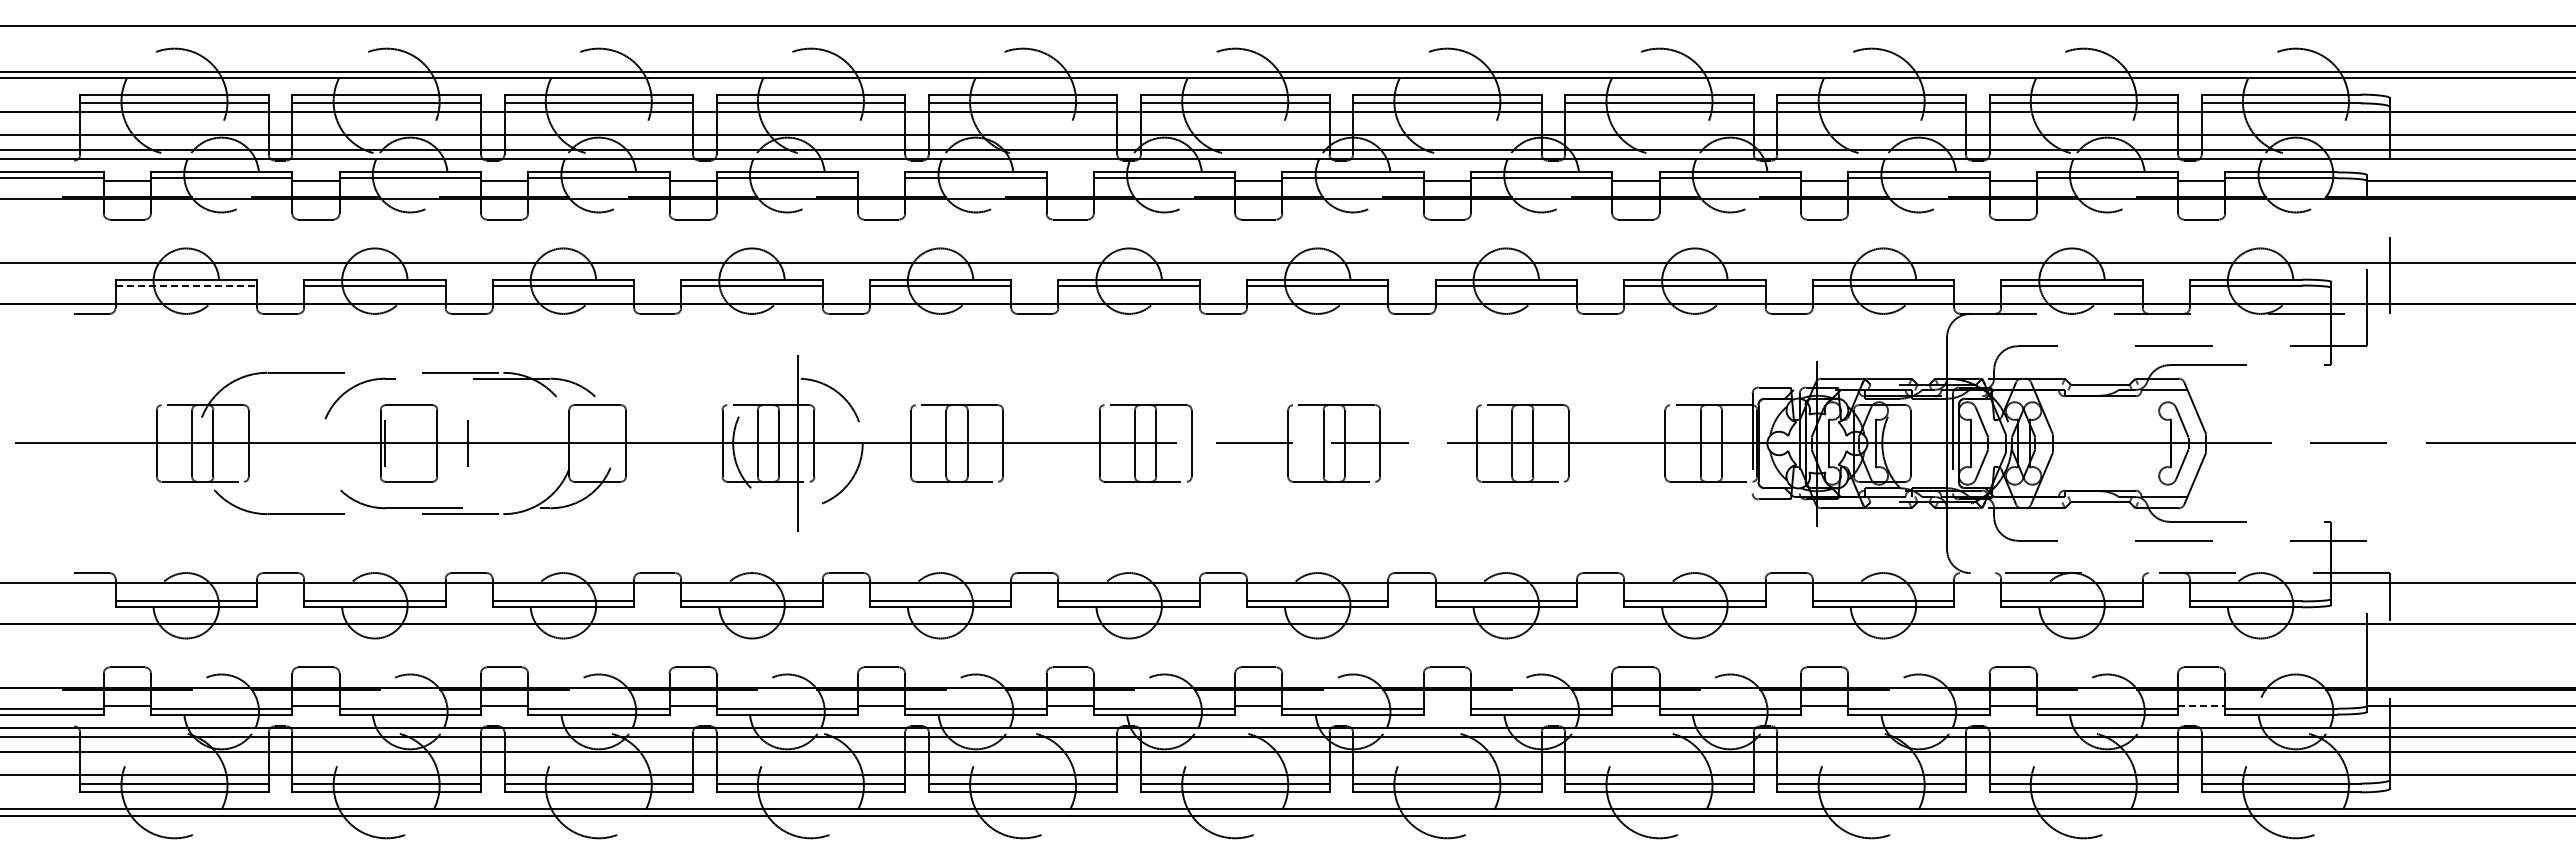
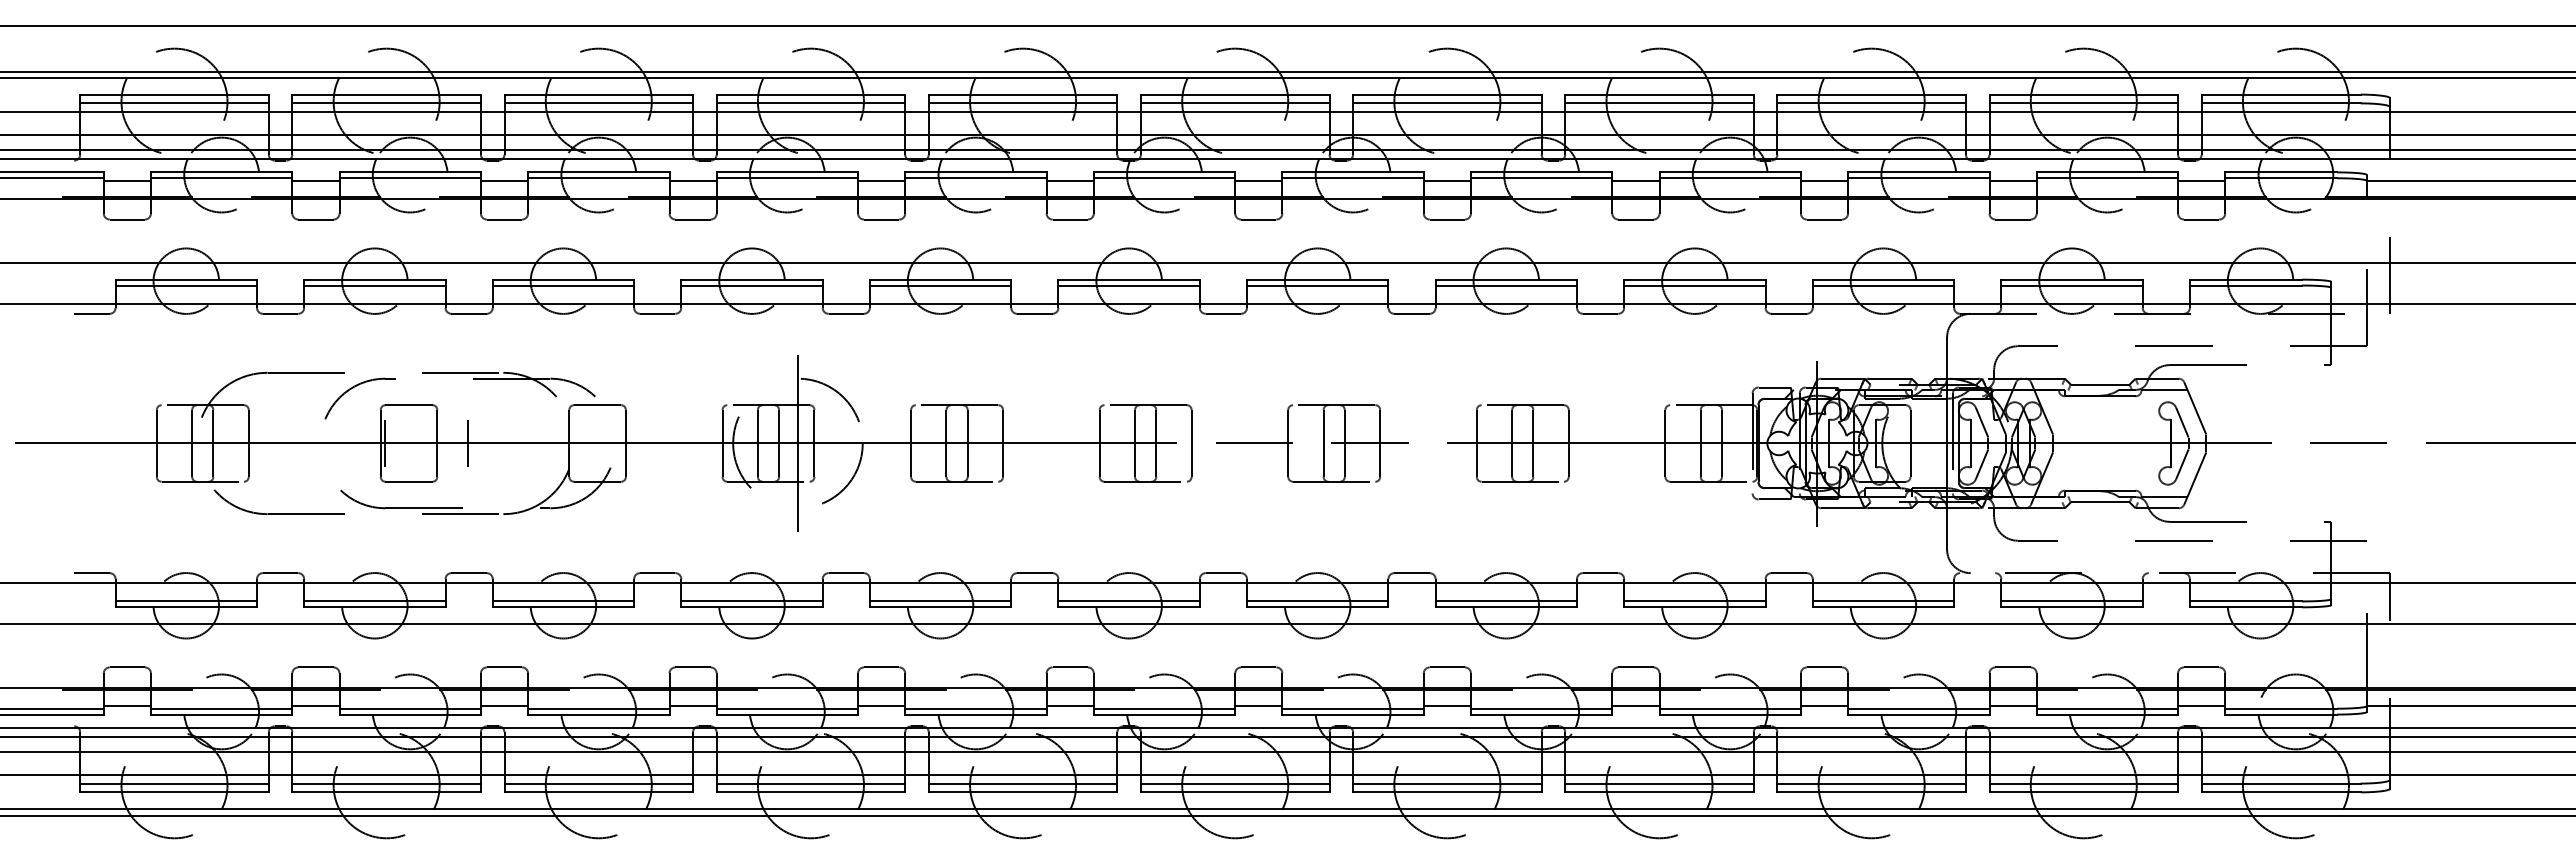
line at (881, 181): none -> present
line at (1069, 181): none -> present
line at (186, 285): dashed -> solid
line at (1446, 705): none -> present
line at (2201, 705): dashed -> solid
